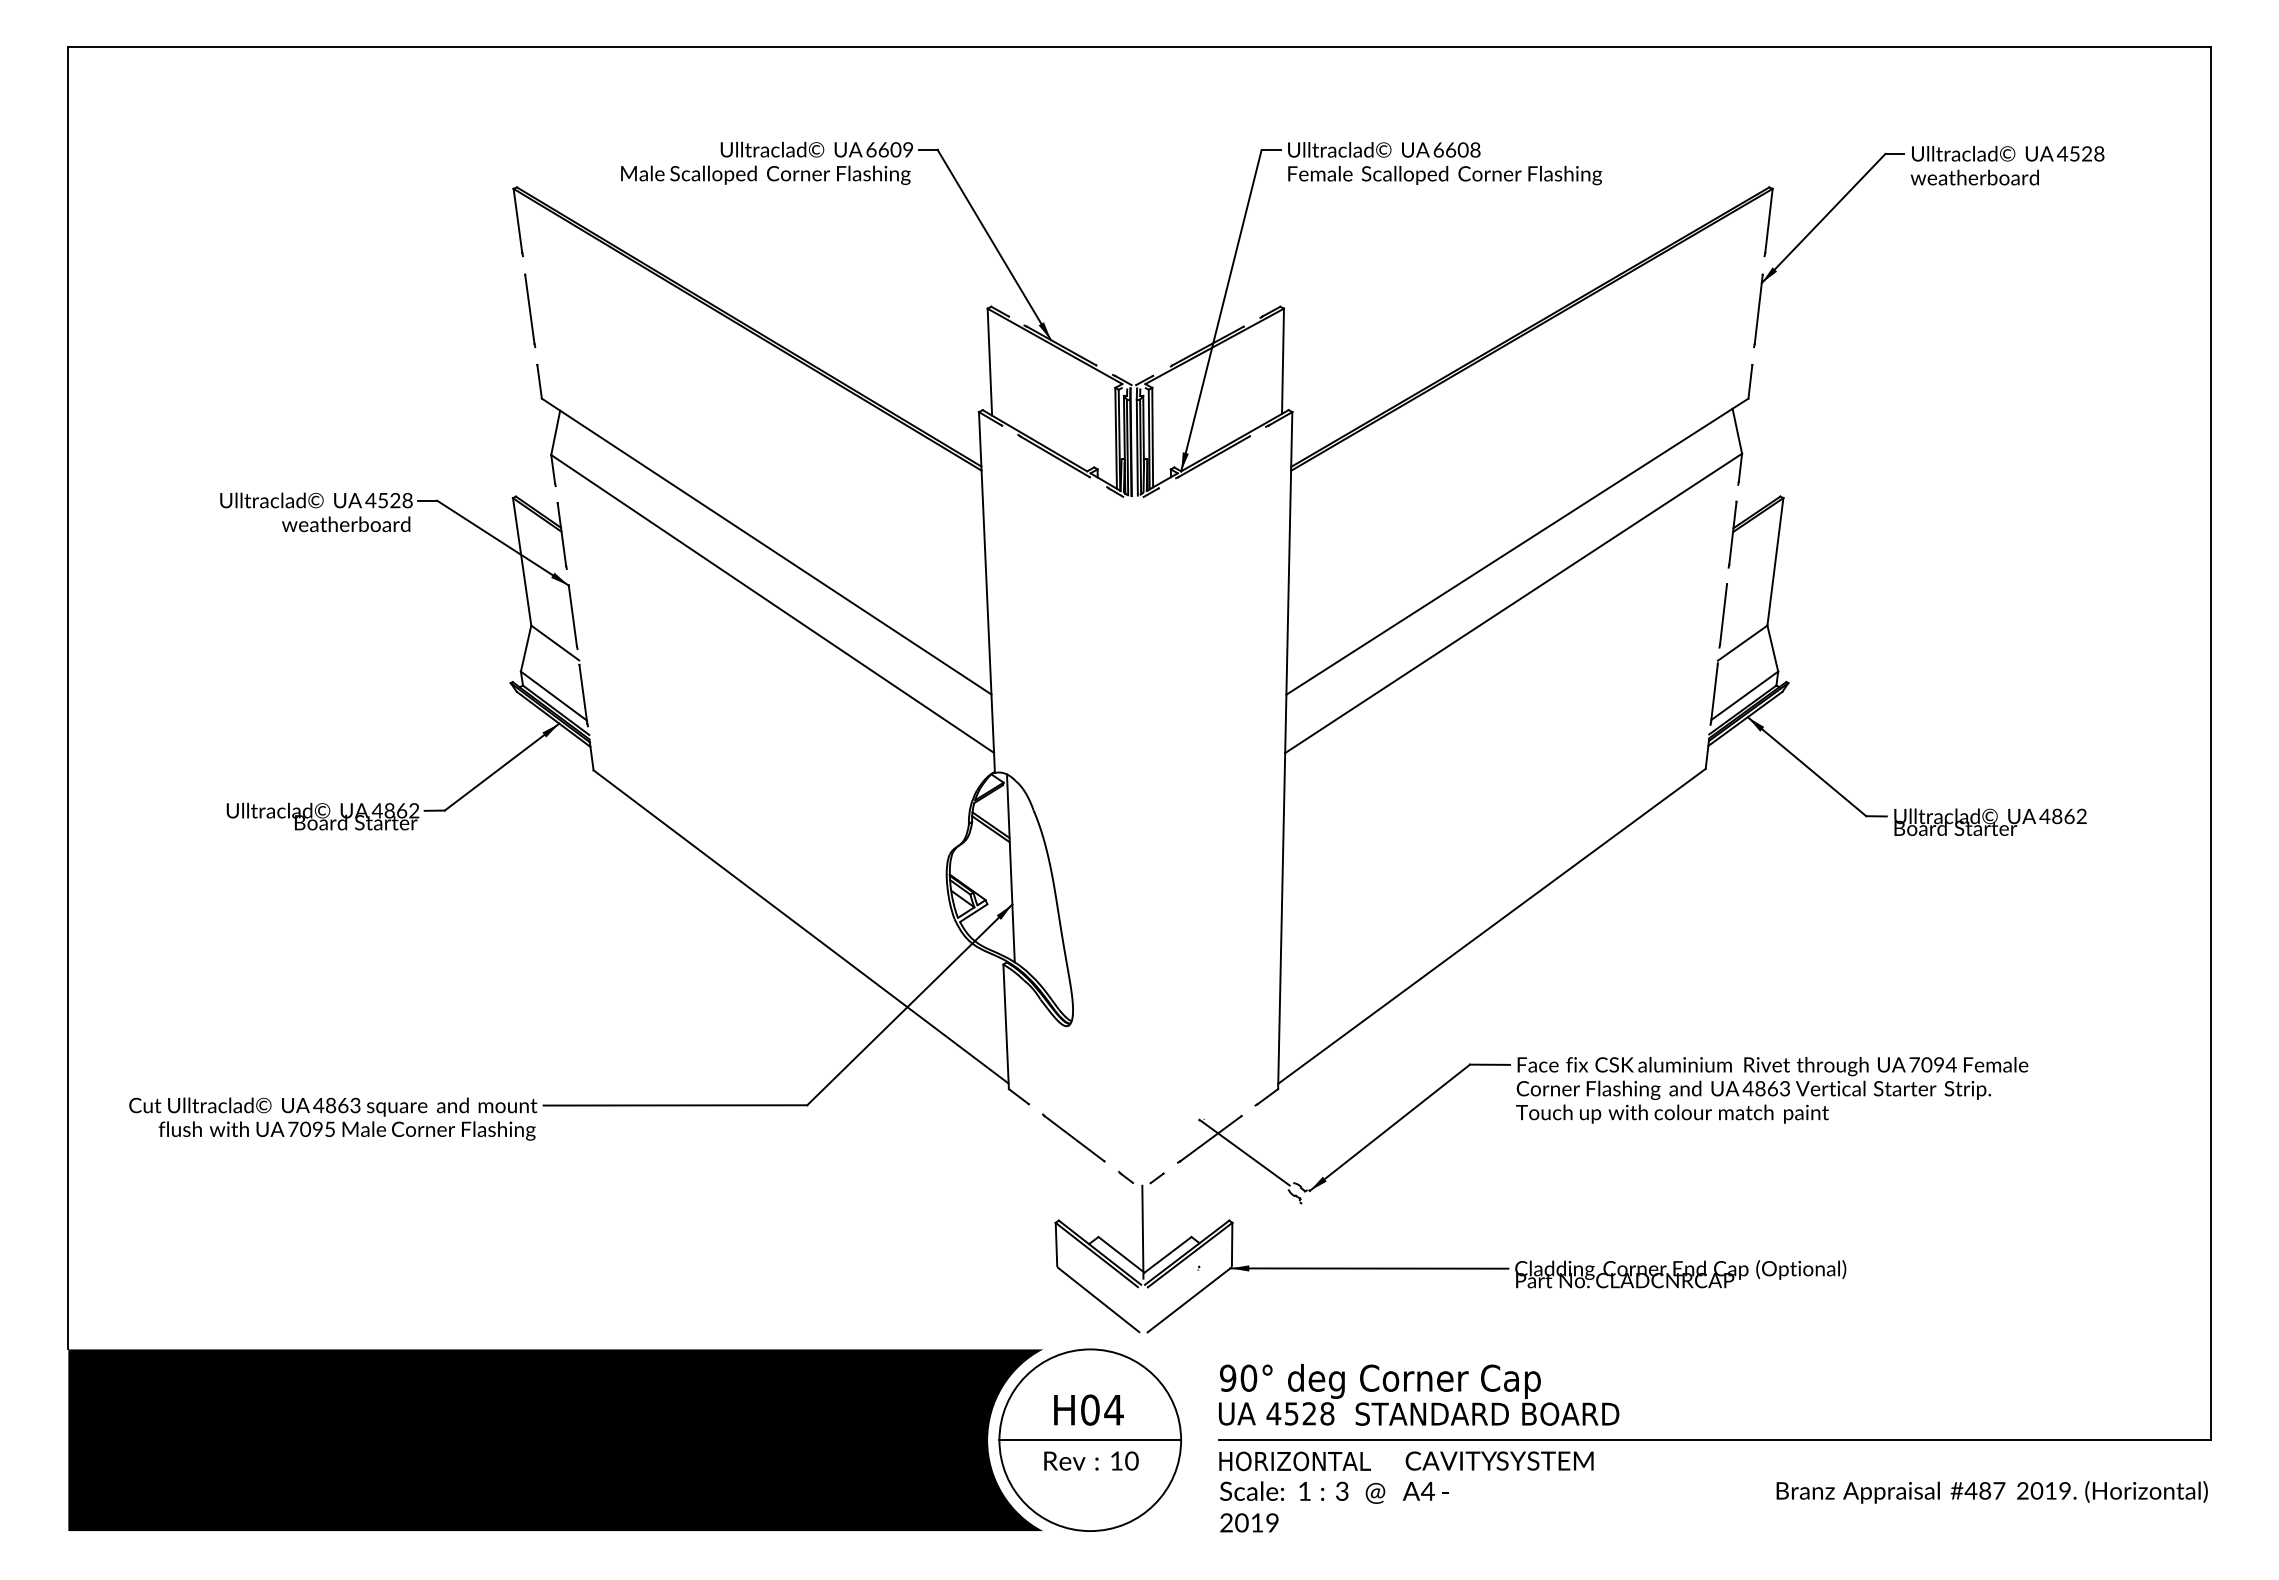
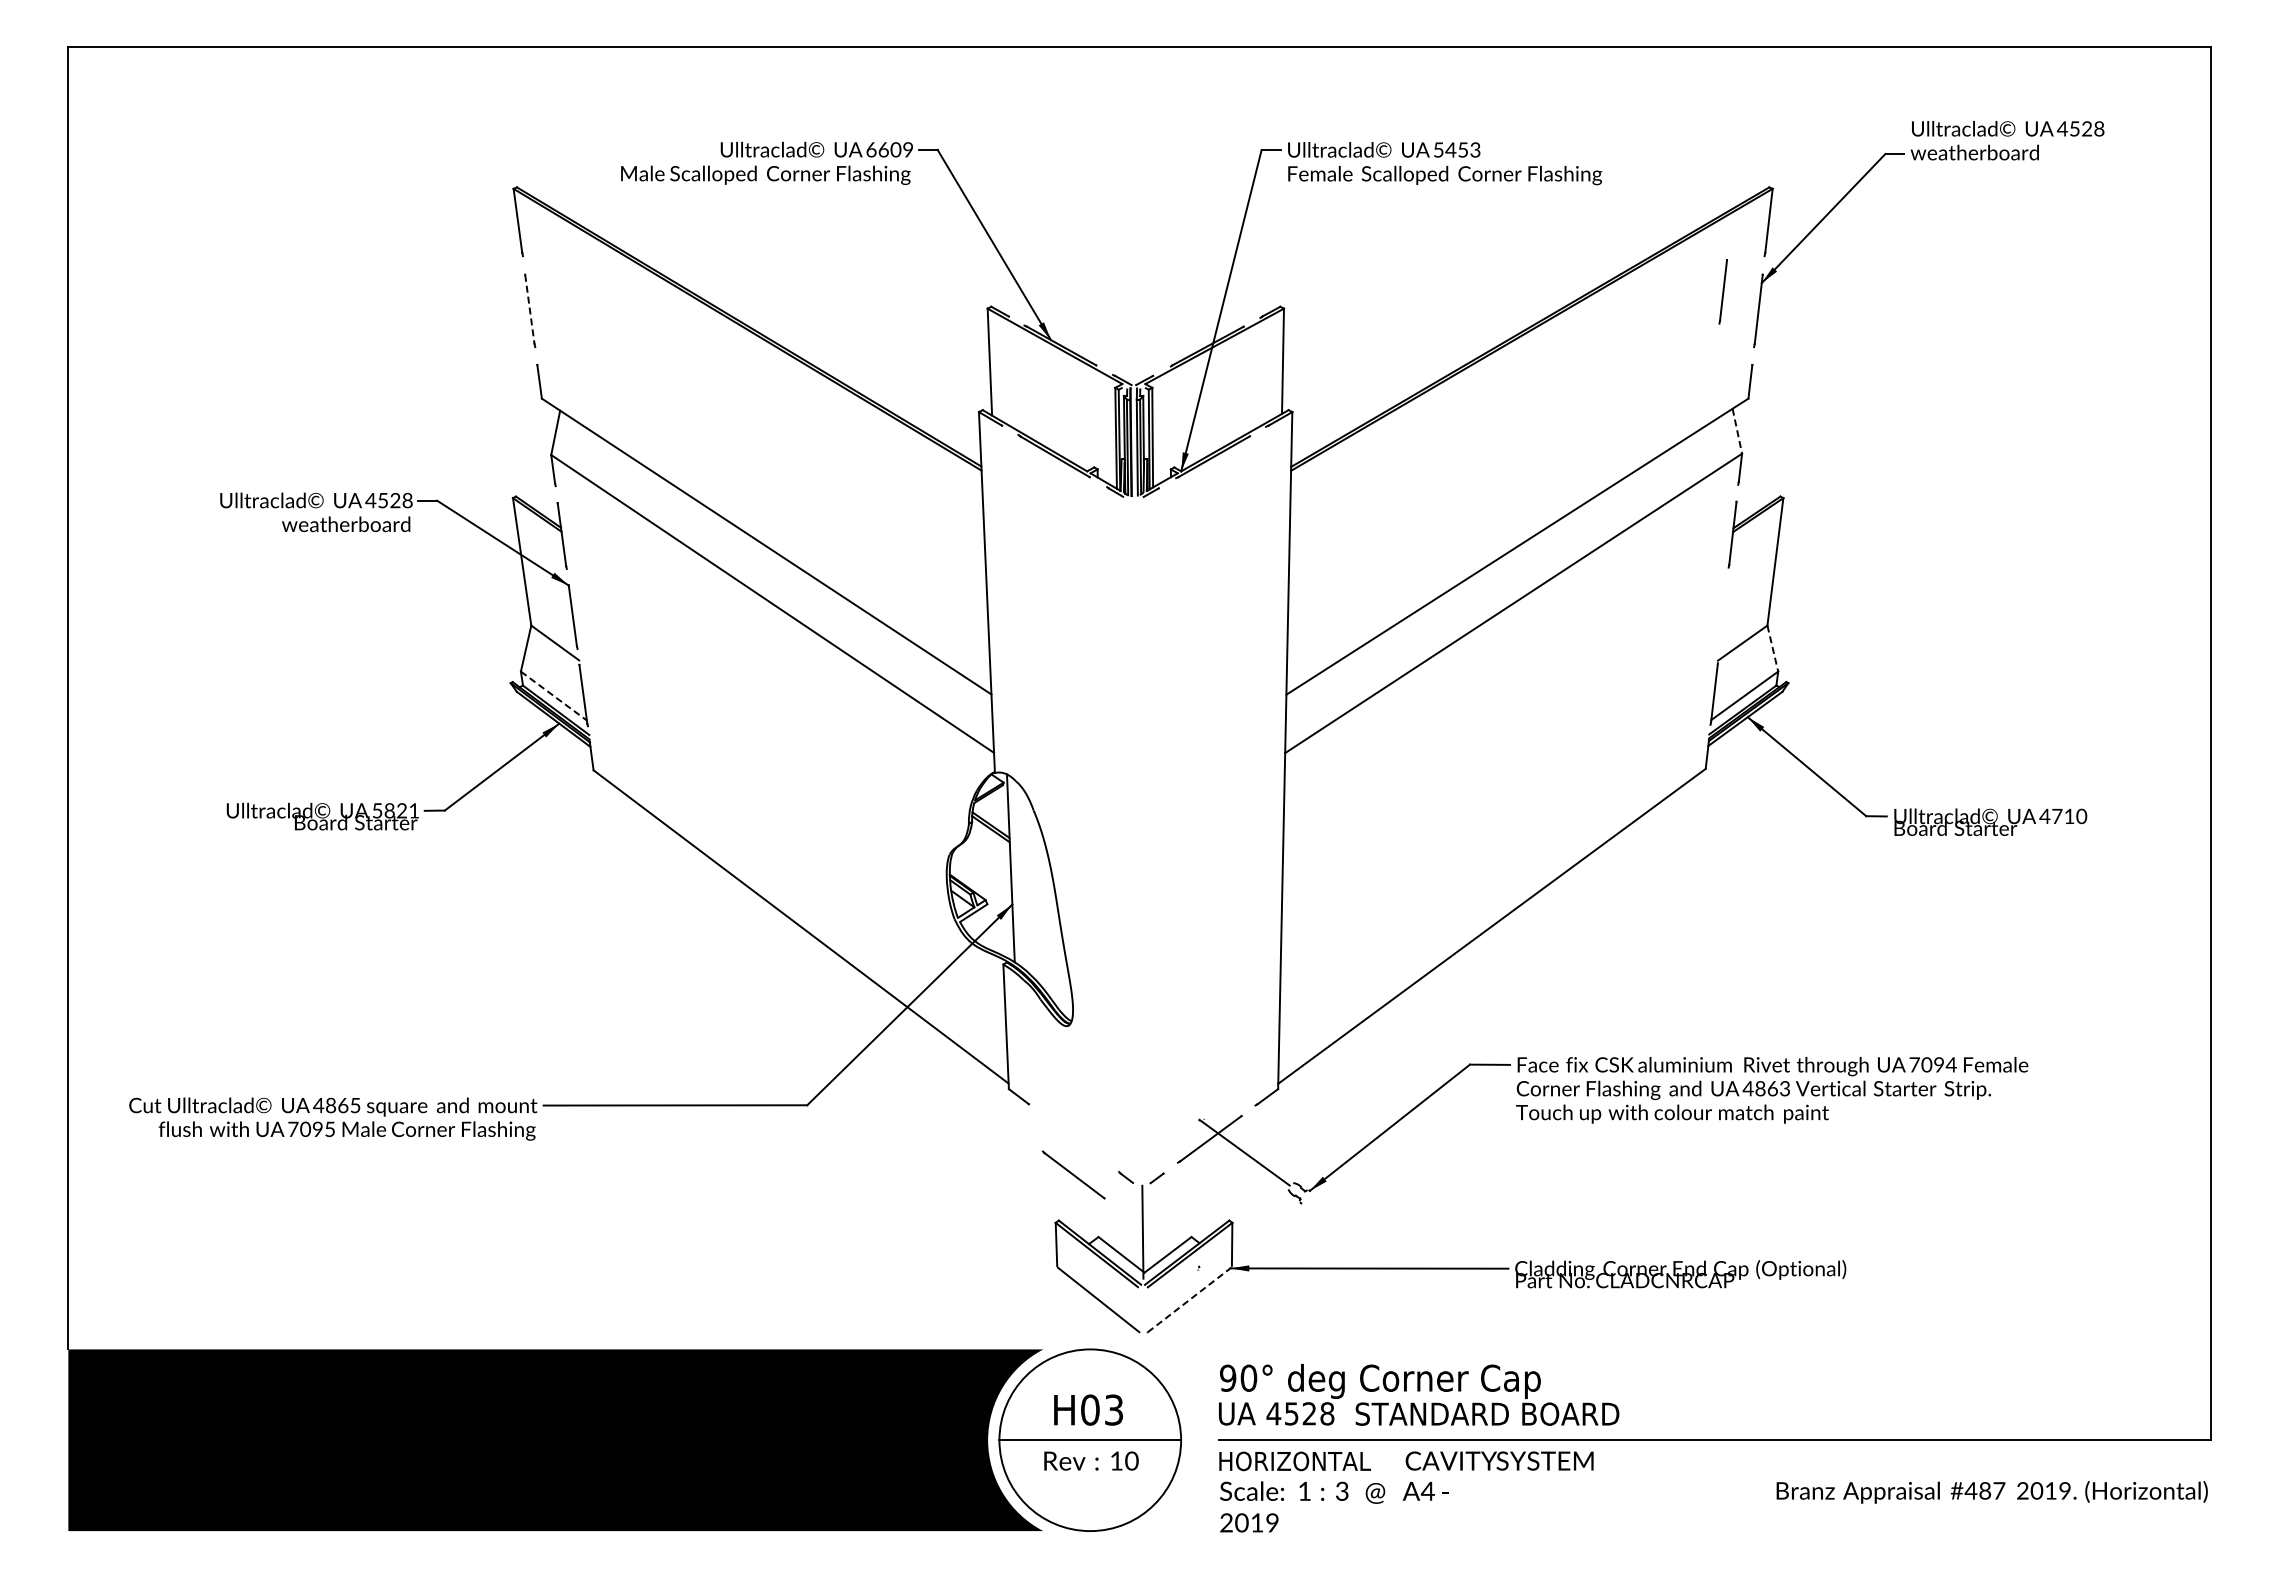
text at (1456, 149): 6608 -> 5453
text at (2007, 165) position: (2007, 165) -> (2007, 140)
line at (529, 309): solid -> dashed
line at (1737, 431): solid -> dashed
line at (1722, 615) position: (1722, 615) -> (1722, 291)
line at (1772, 648): solid -> dashed
line at (554, 696): solid -> dashed
text at (395, 810): 4862 -> 5821
text at (2069, 816): 4862 -> 4710
text at (355, 1105): 4863 -> 4865
line at (1073, 1137) position: (1073, 1137) -> (1073, 1174)
line at (1189, 1300): solid -> dashed
text at (1113, 1409): H04 -> H03
